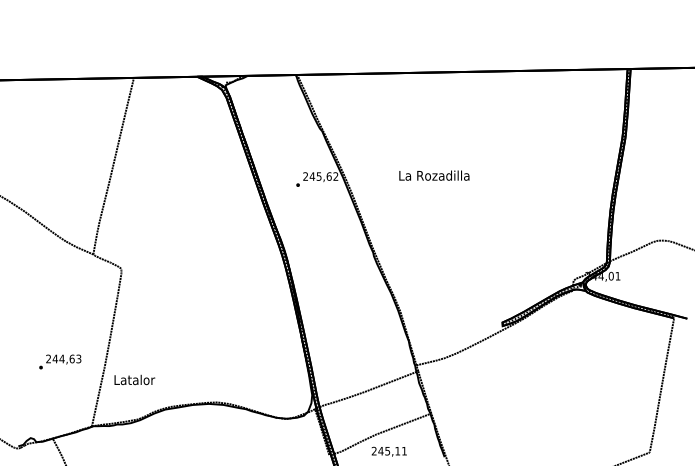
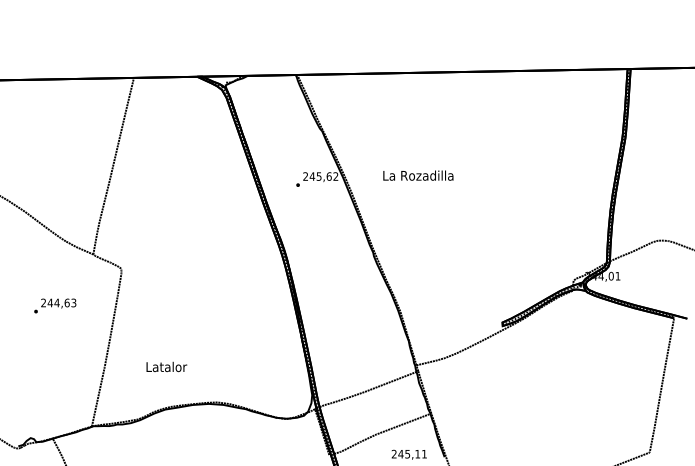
text at (434, 175) position: (434, 175) -> (418, 175)
text at (60, 361) position: (60, 361) -> (55, 305)
text at (134, 379) position: (134, 379) -> (166, 366)
text at (388, 451) position: (388, 451) -> (408, 454)
